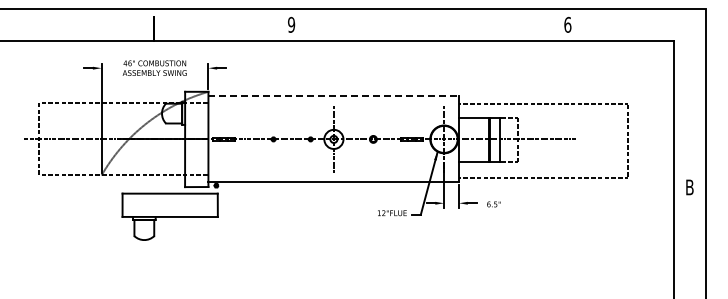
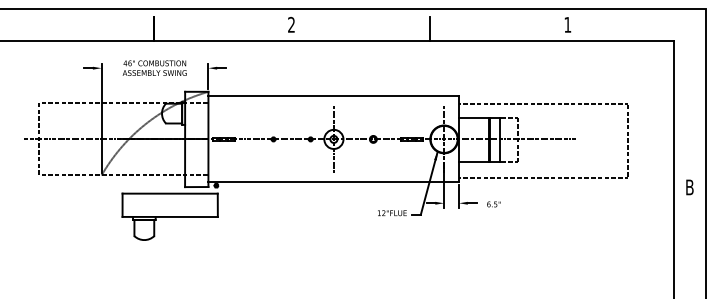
text at (291, 24): 9 -> 2
text at (567, 24): 6 -> 1
line at (429, 28): none -> present
line at (334, 96): dashed -> solid
